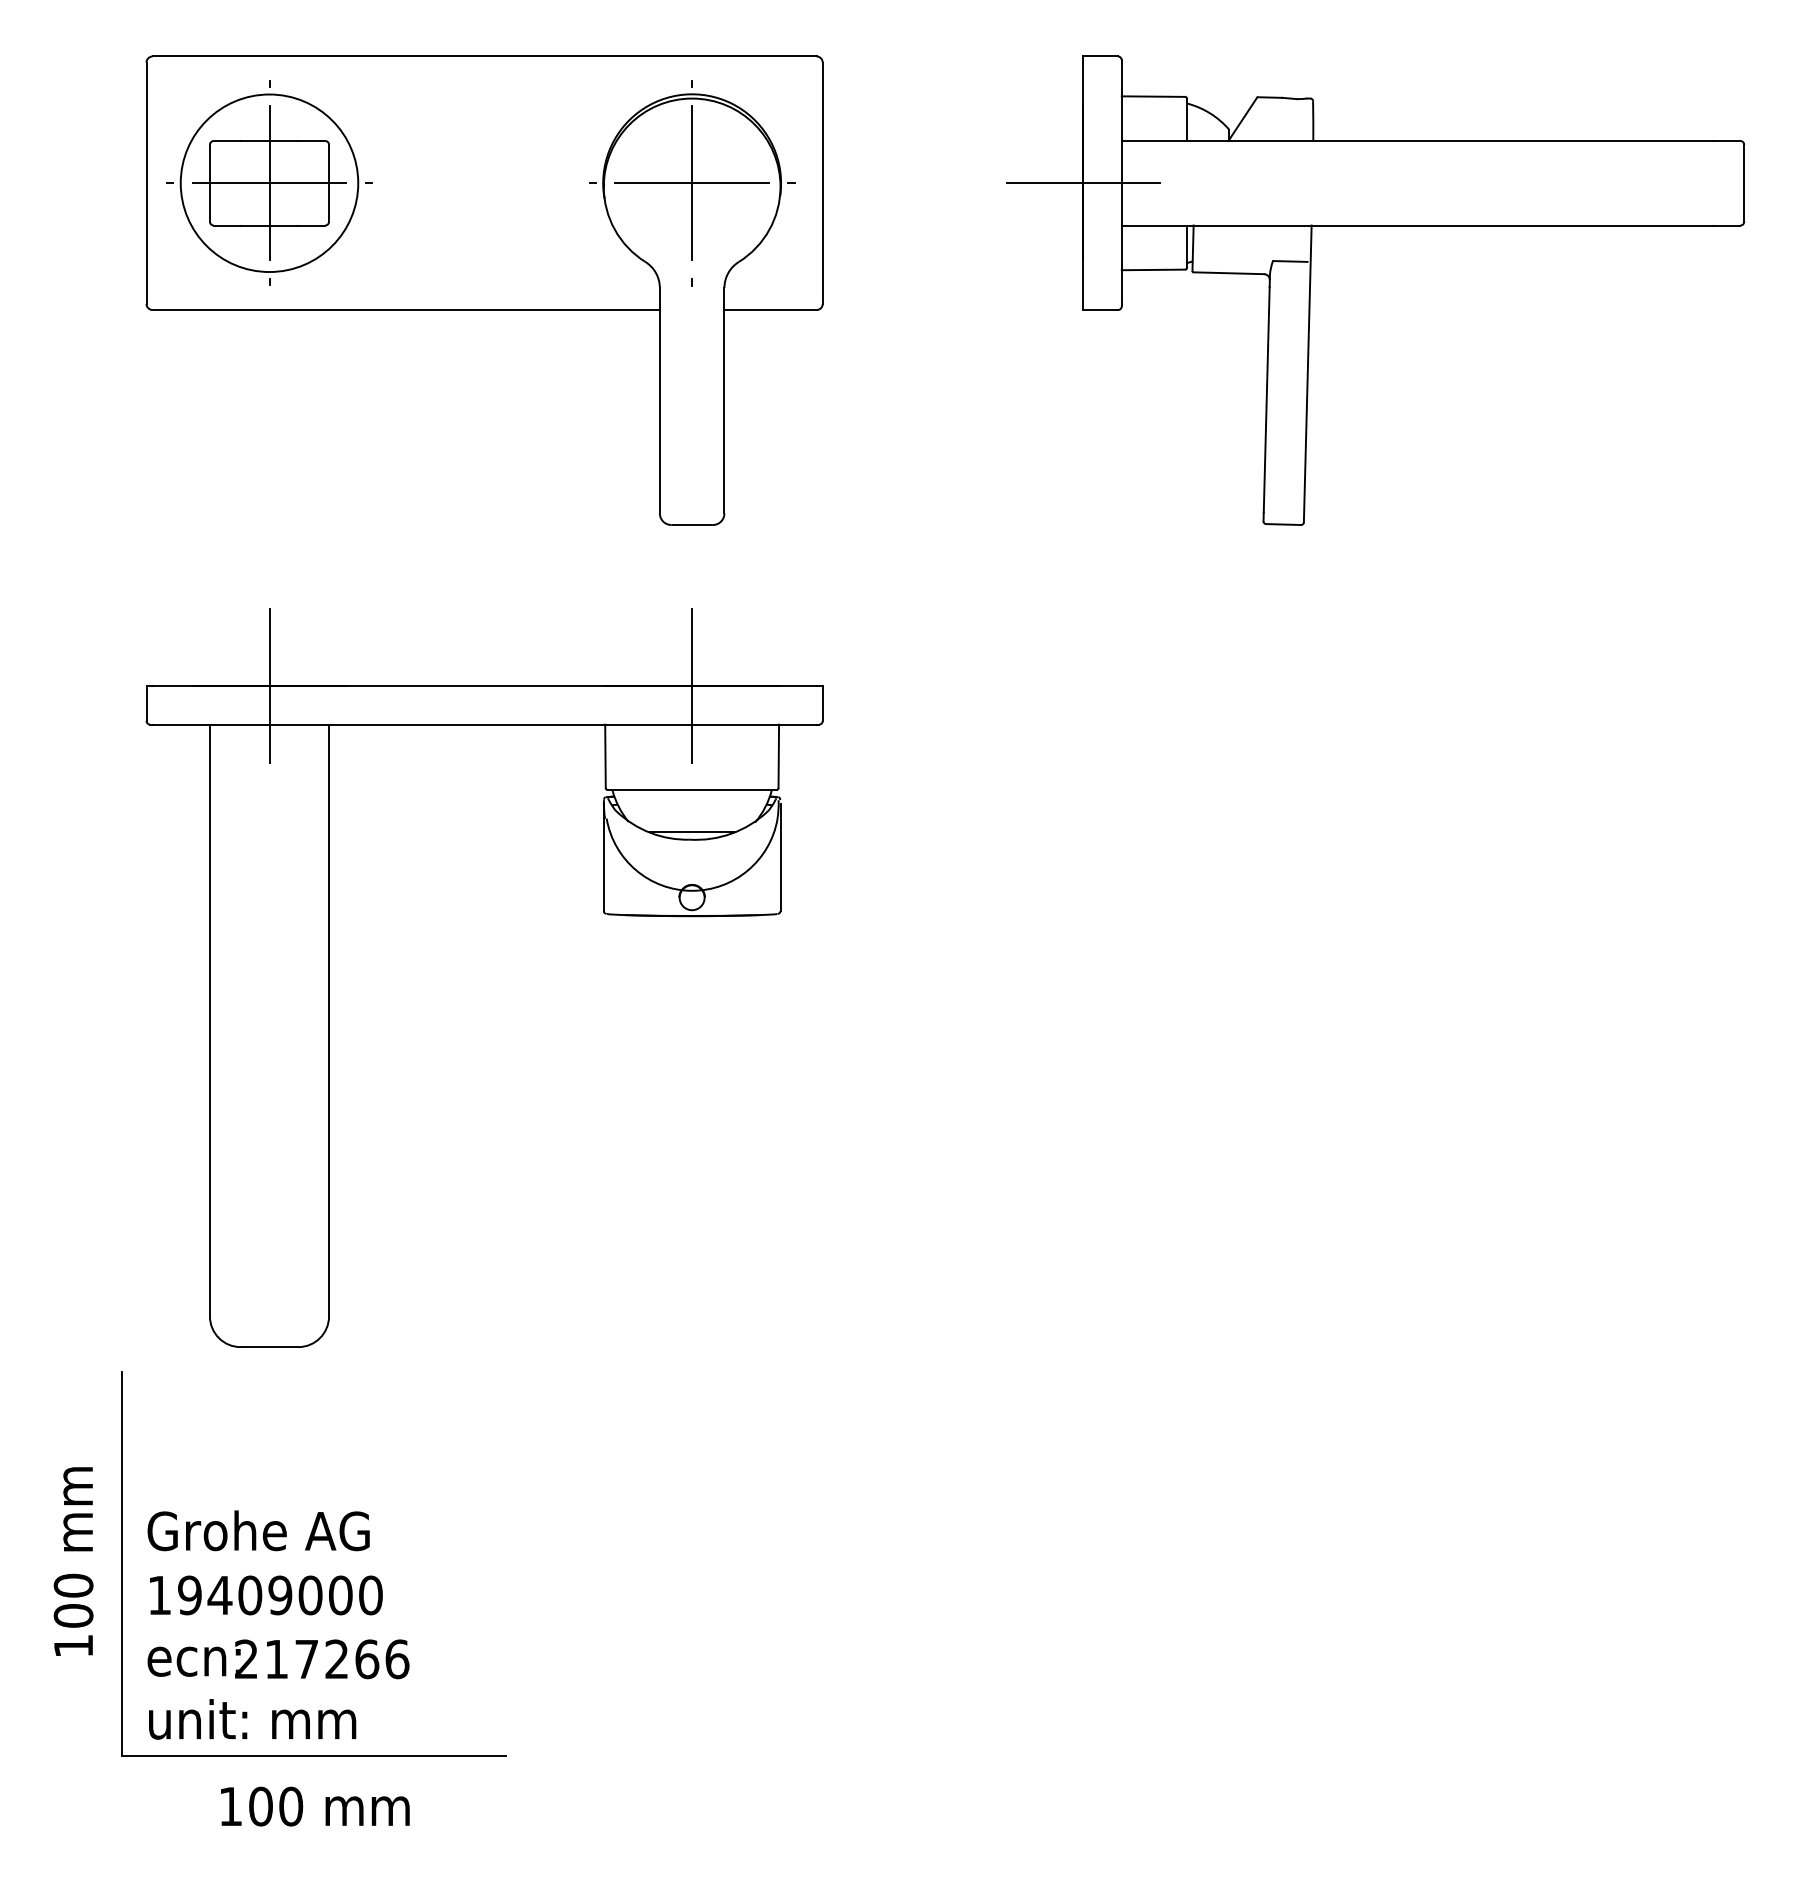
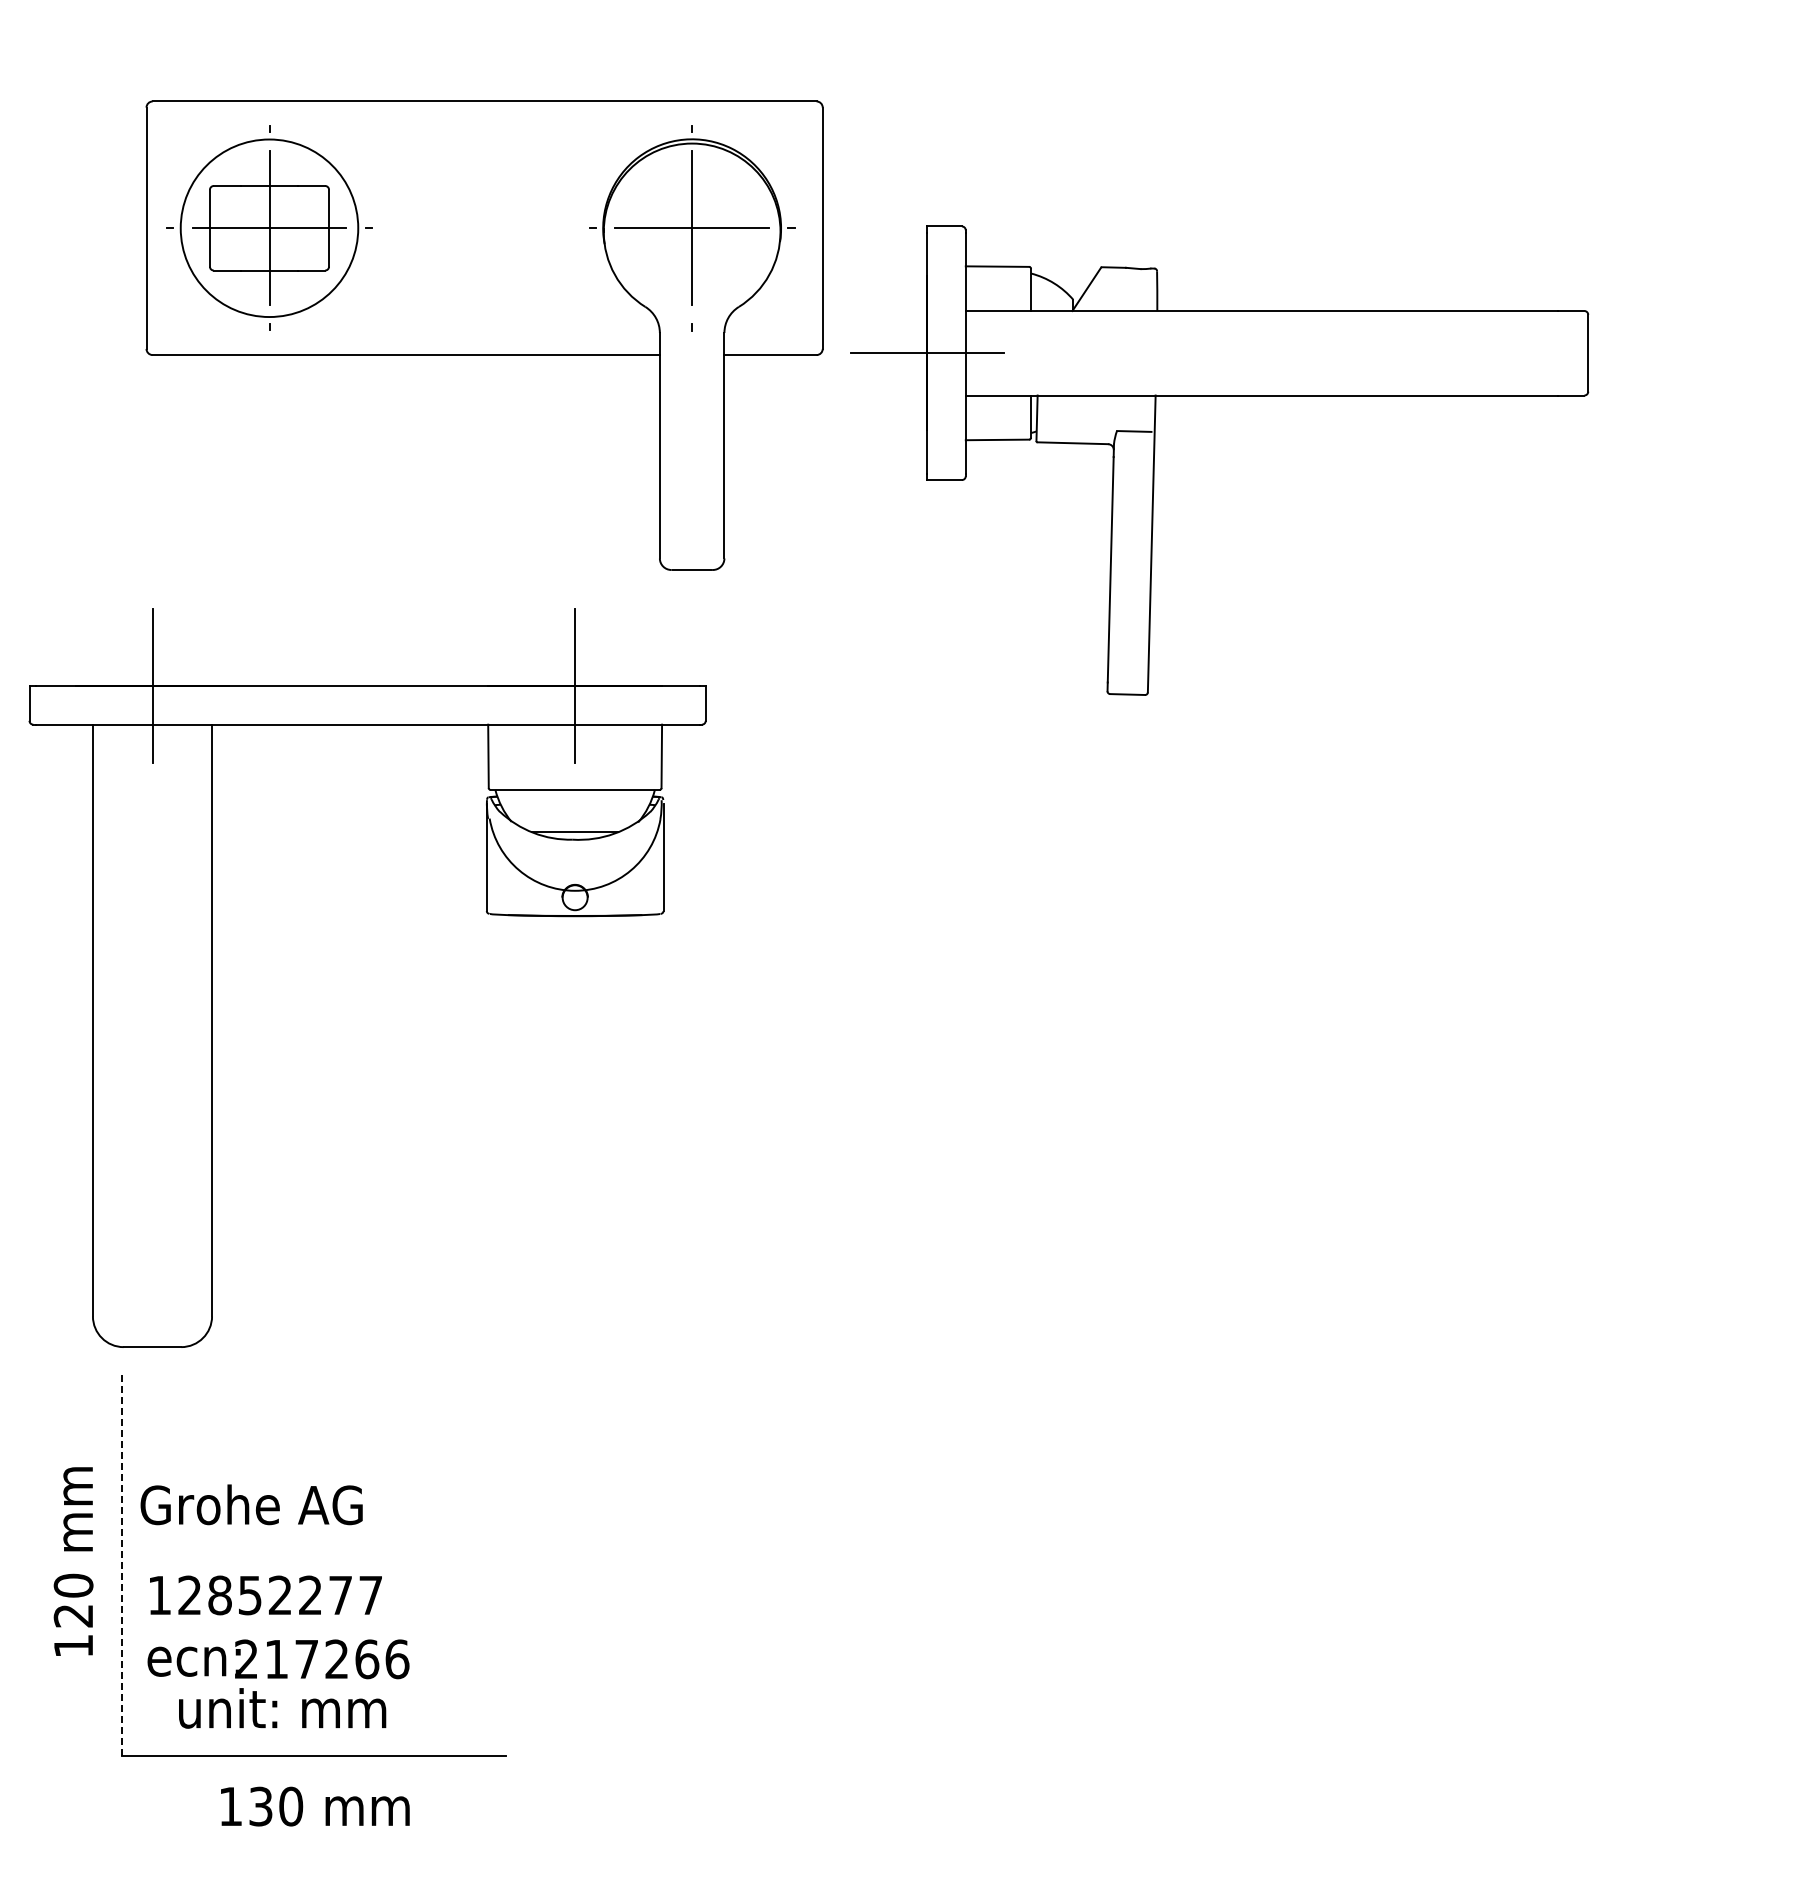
part at (1375, 226) position: (1375, 226) -> (1219, 396)
part at (484, 290) position: (484, 290) -> (484, 335)
part at (603, 913) position: (603, 913) -> (486, 913)
text at (258, 1530) position: (258, 1530) -> (251, 1504)
line at (122, 1563): solid -> dashed
text at (280, 1595): 19409000 -> 12852277
text at (73, 1615): 100 -> 120
text at (252, 1719) position: (252, 1719) -> (282, 1708)
text at (260, 1806): 100 -> 130
